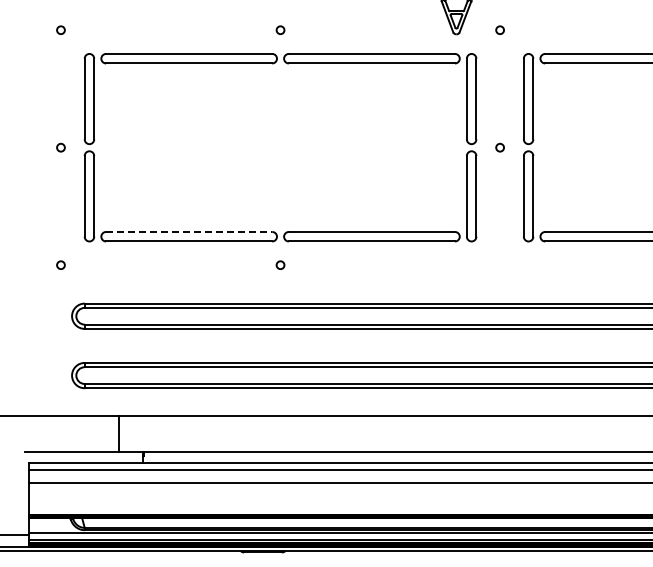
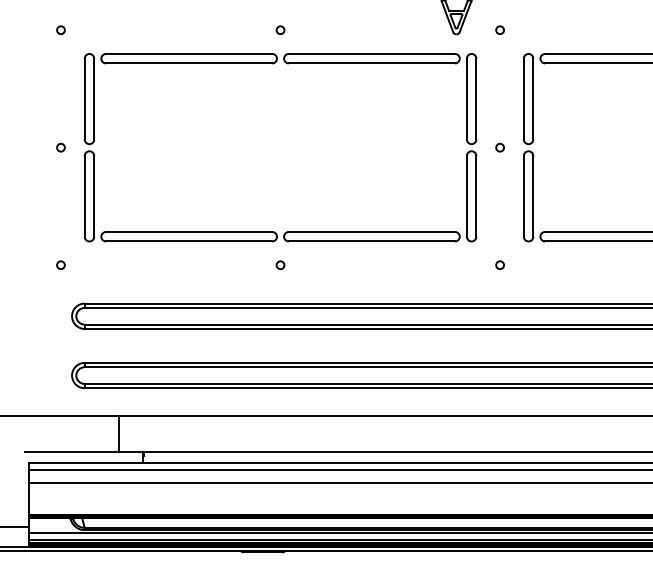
line at (189, 232): dashed -> solid
circle at (499, 264): none -> present
line at (15, 535) position: (15, 535) -> (15, 527)
